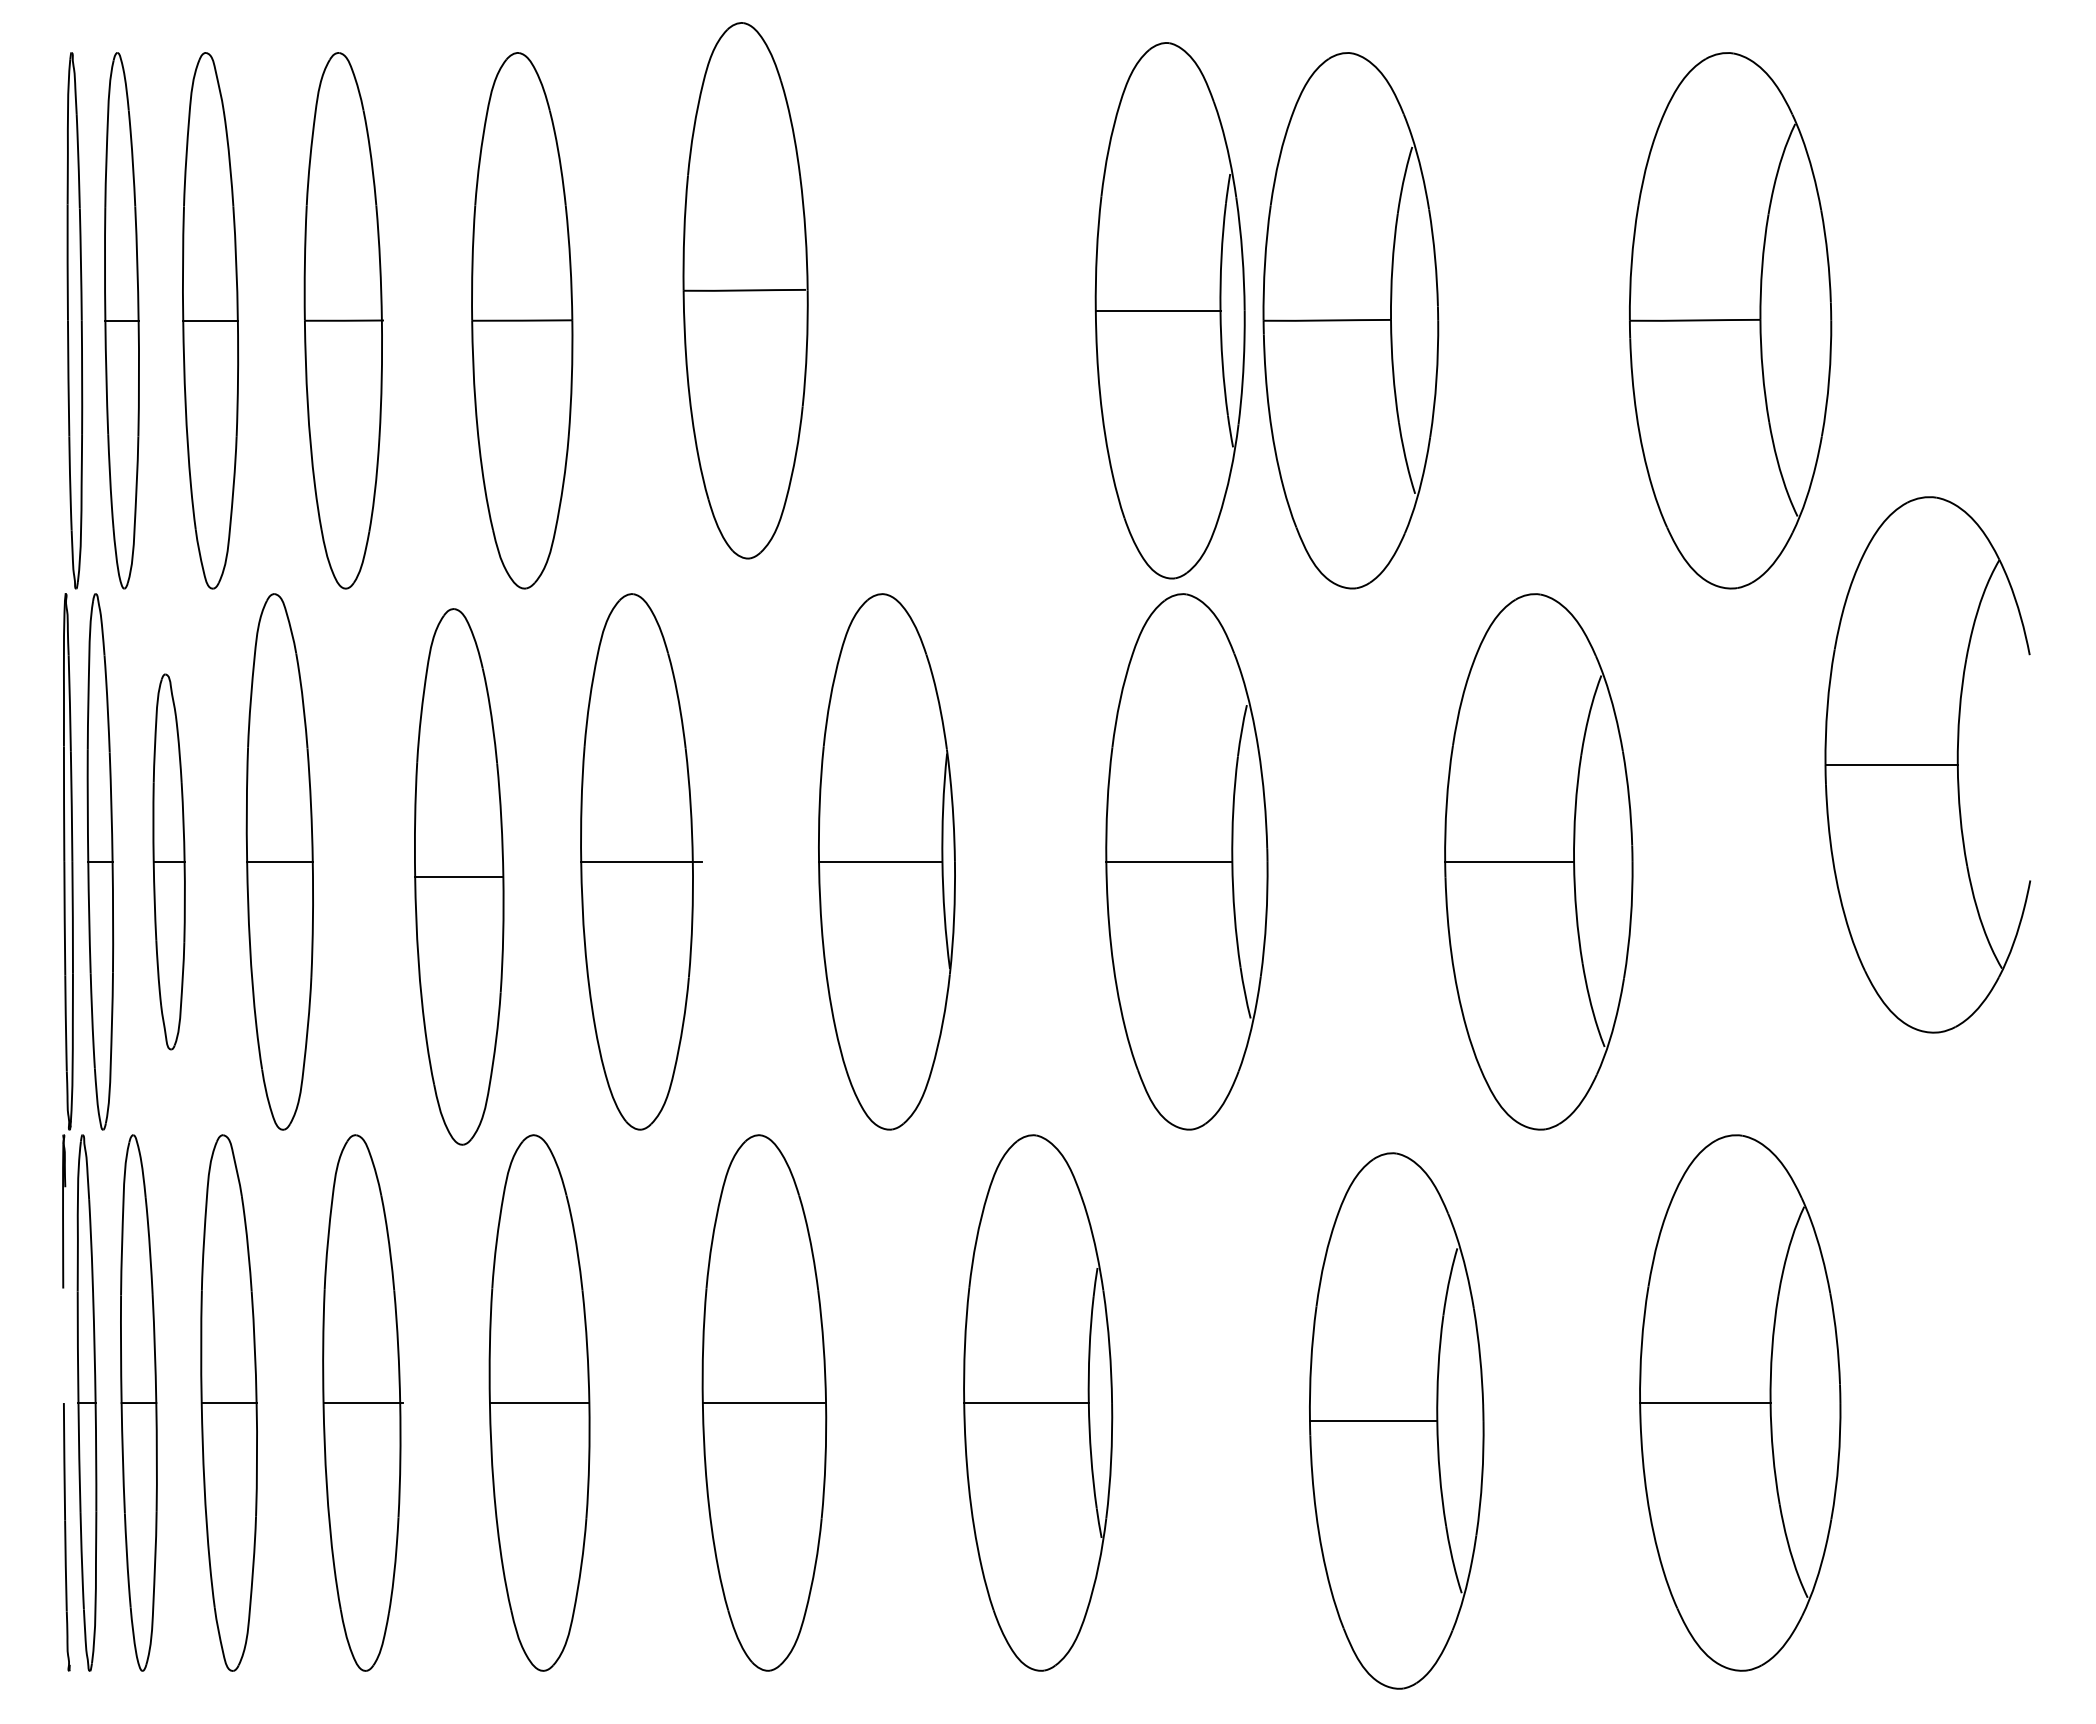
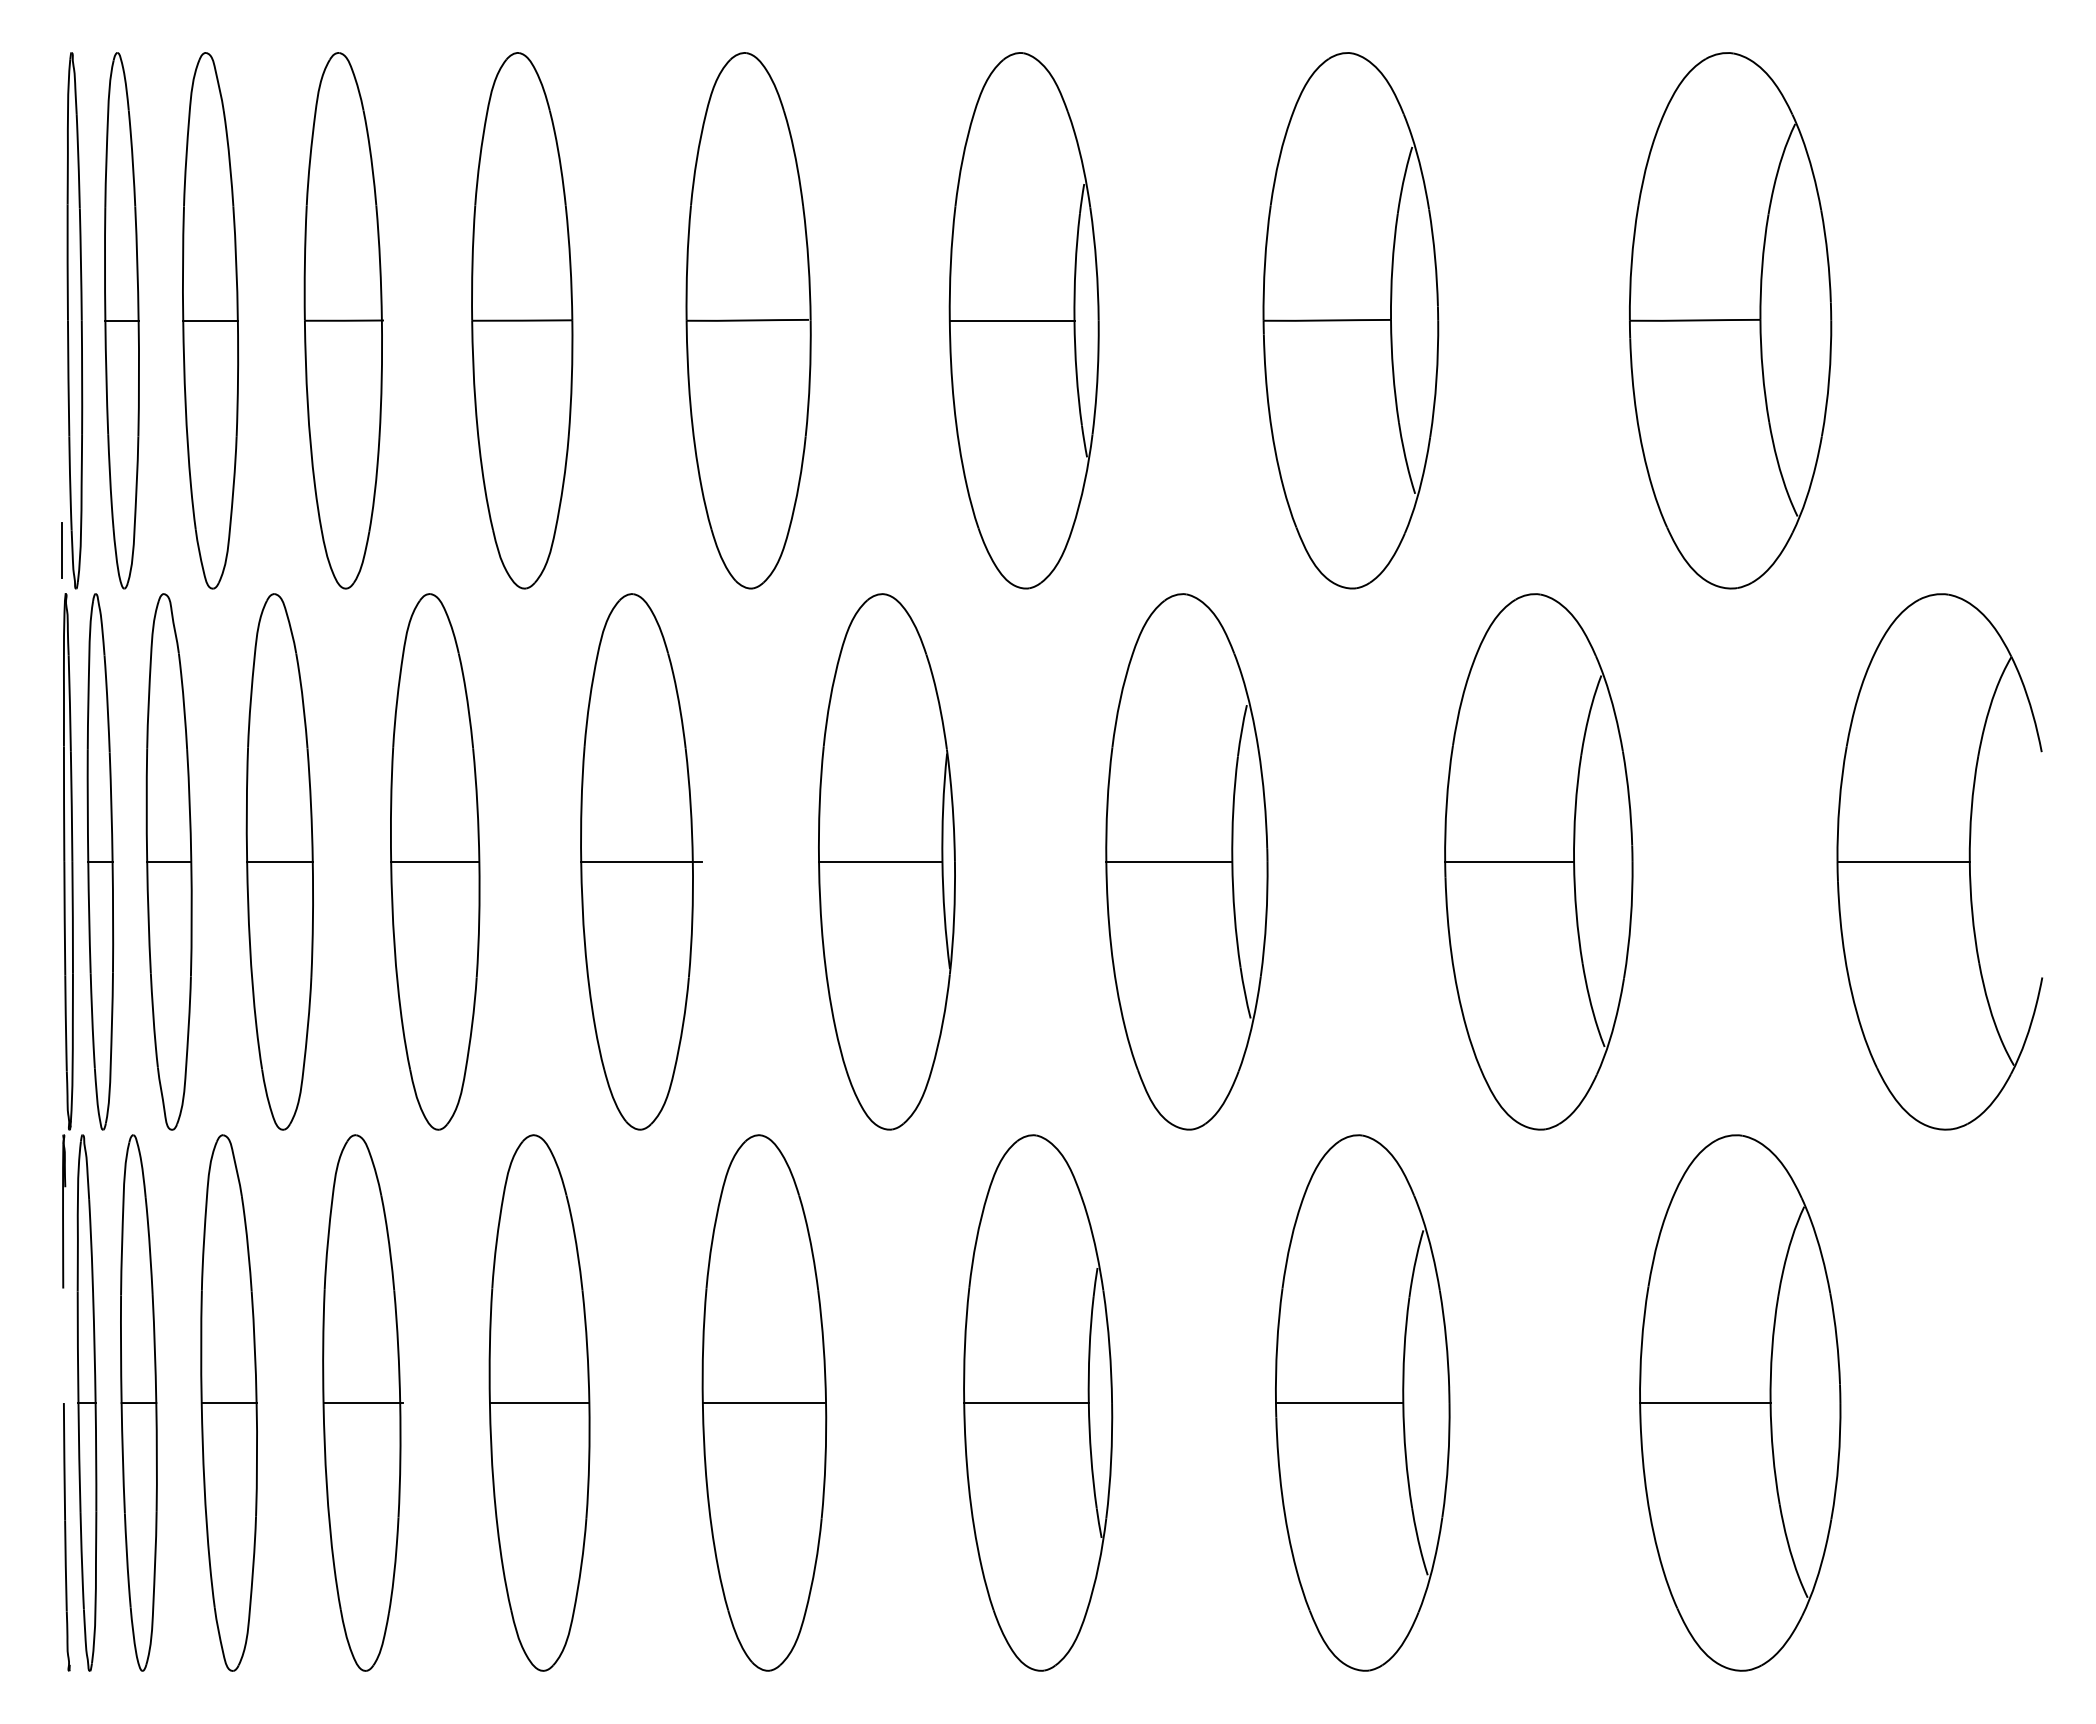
part at (745, 290) position: (745, 290) -> (748, 320)
part at (1169, 310) position: (1169, 310) -> (1023, 320)
line at (61, 550): none -> present
part at (1927, 764) position: (1927, 764) -> (1939, 861)
part at (168, 861) size: 34x378 px -> 48x538 px
part at (459, 876) position: (459, 876) -> (435, 861)
part at (1396, 1420) position: (1396, 1420) -> (1362, 1402)
